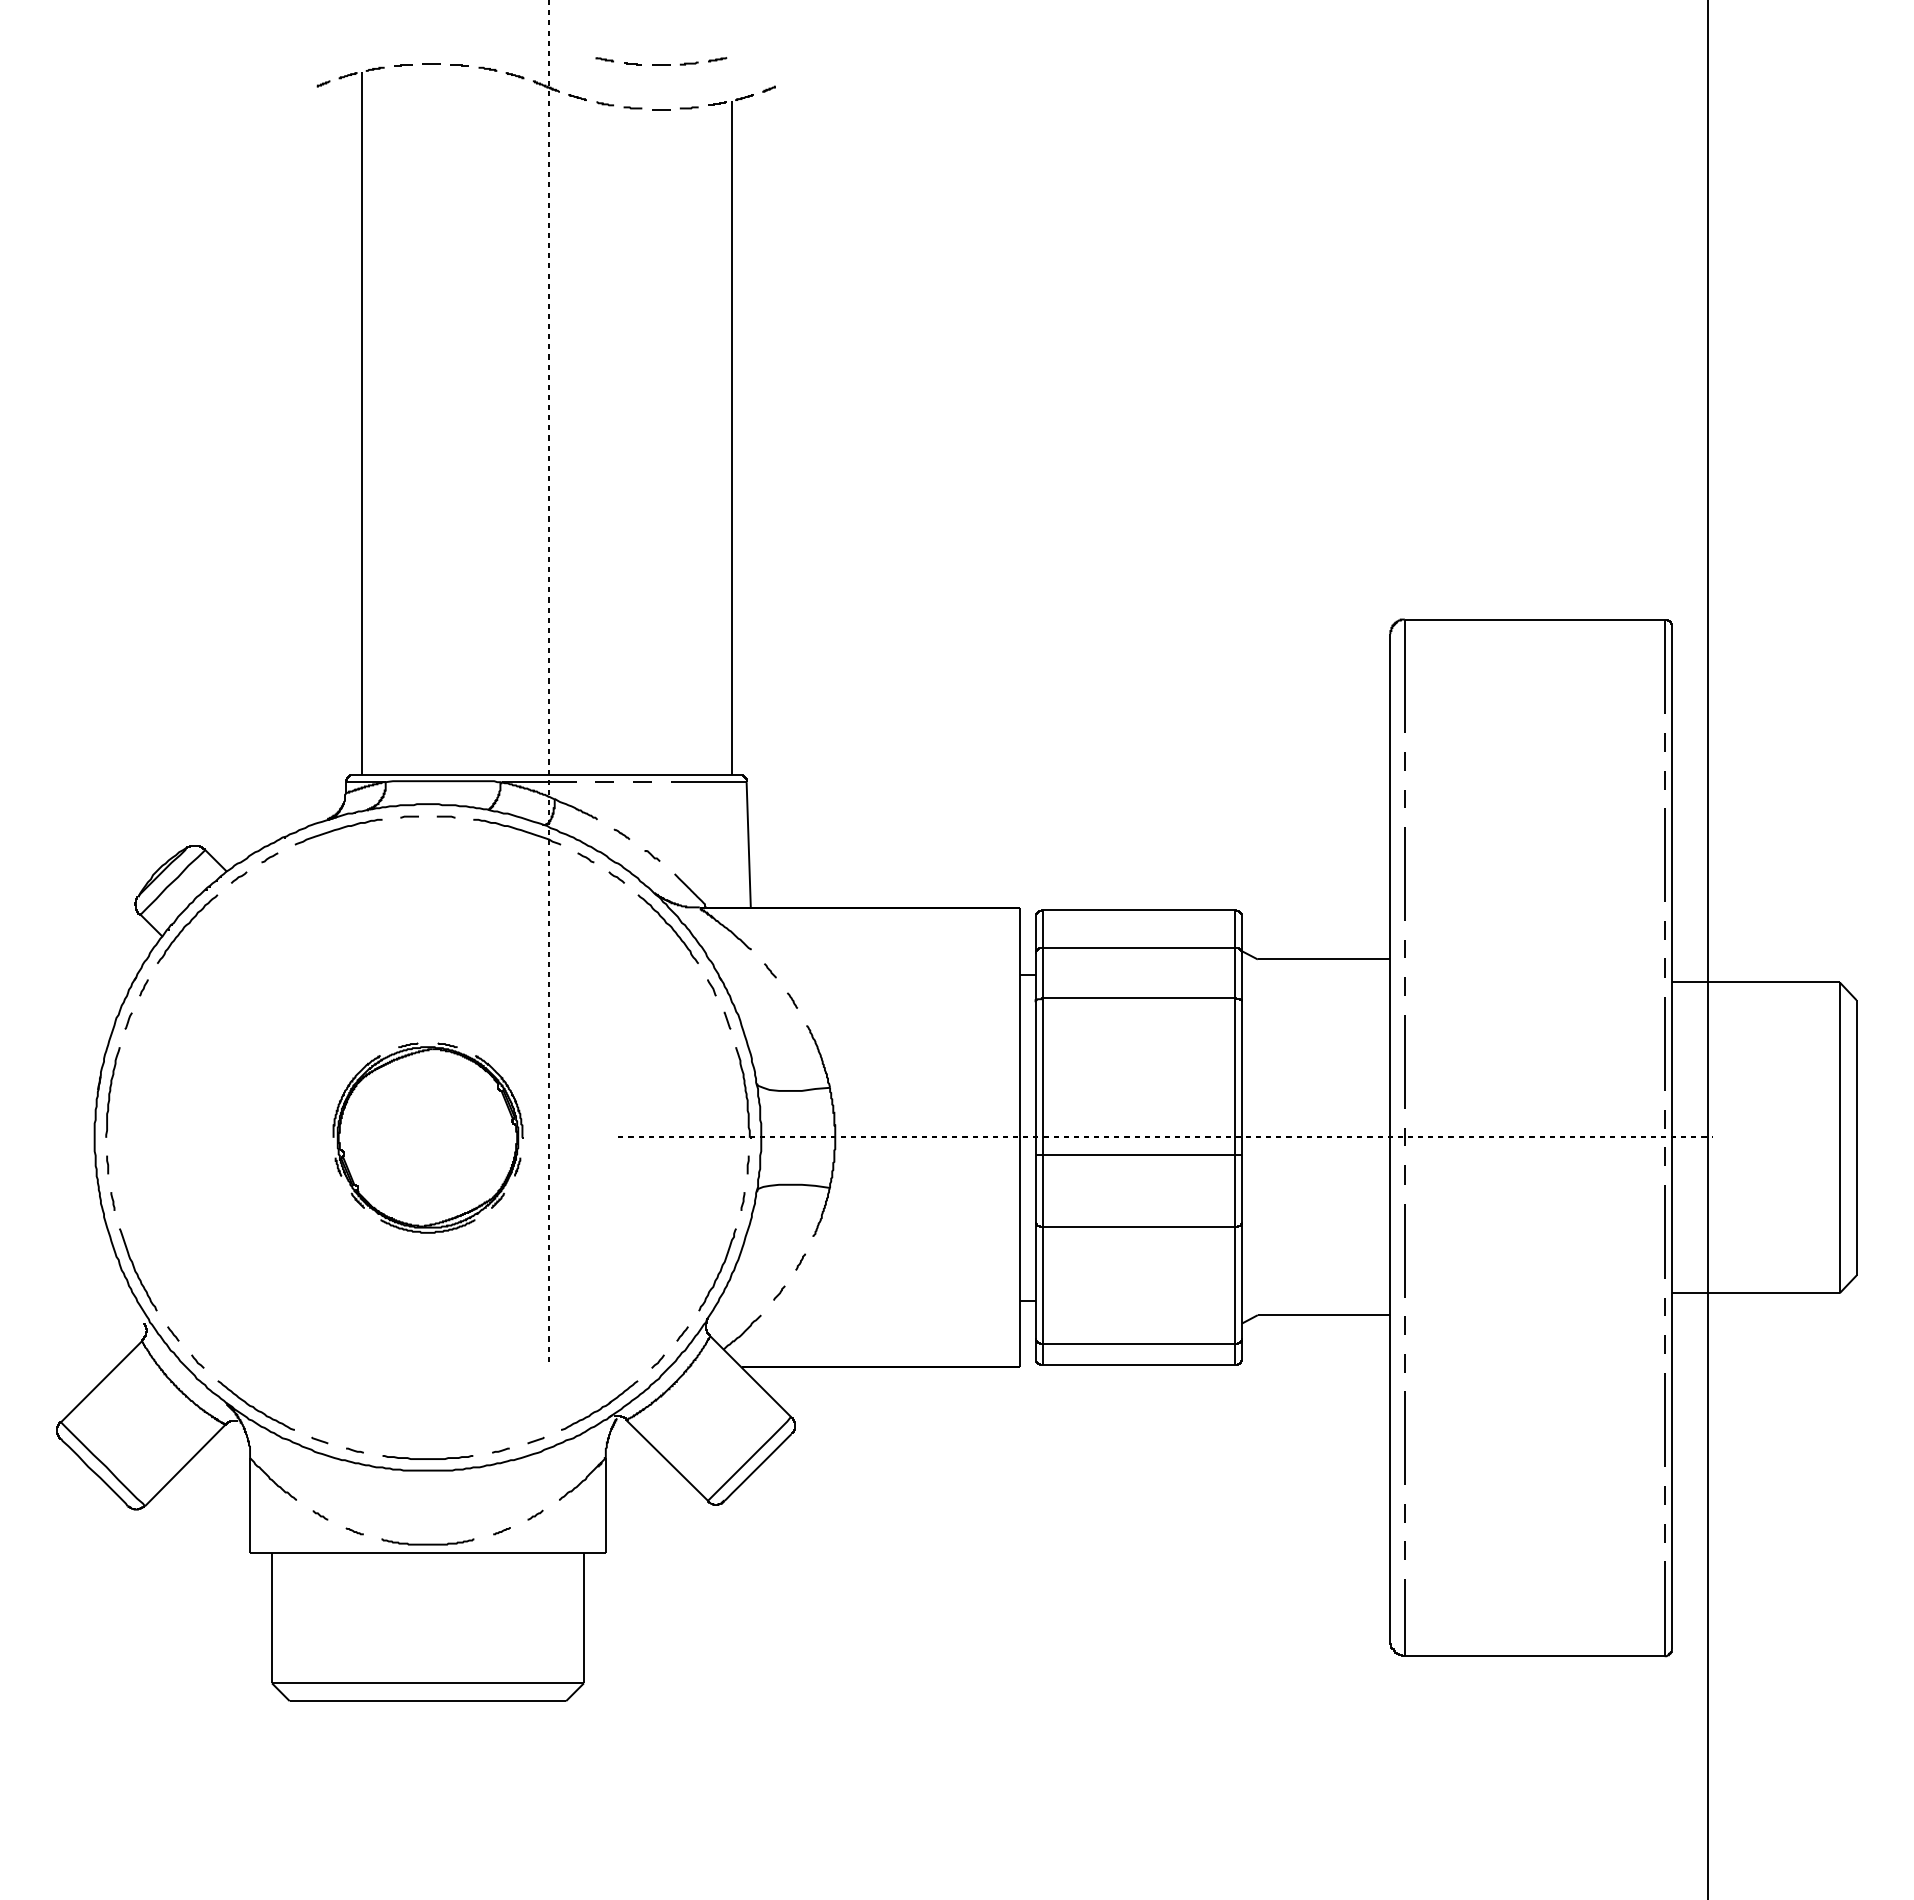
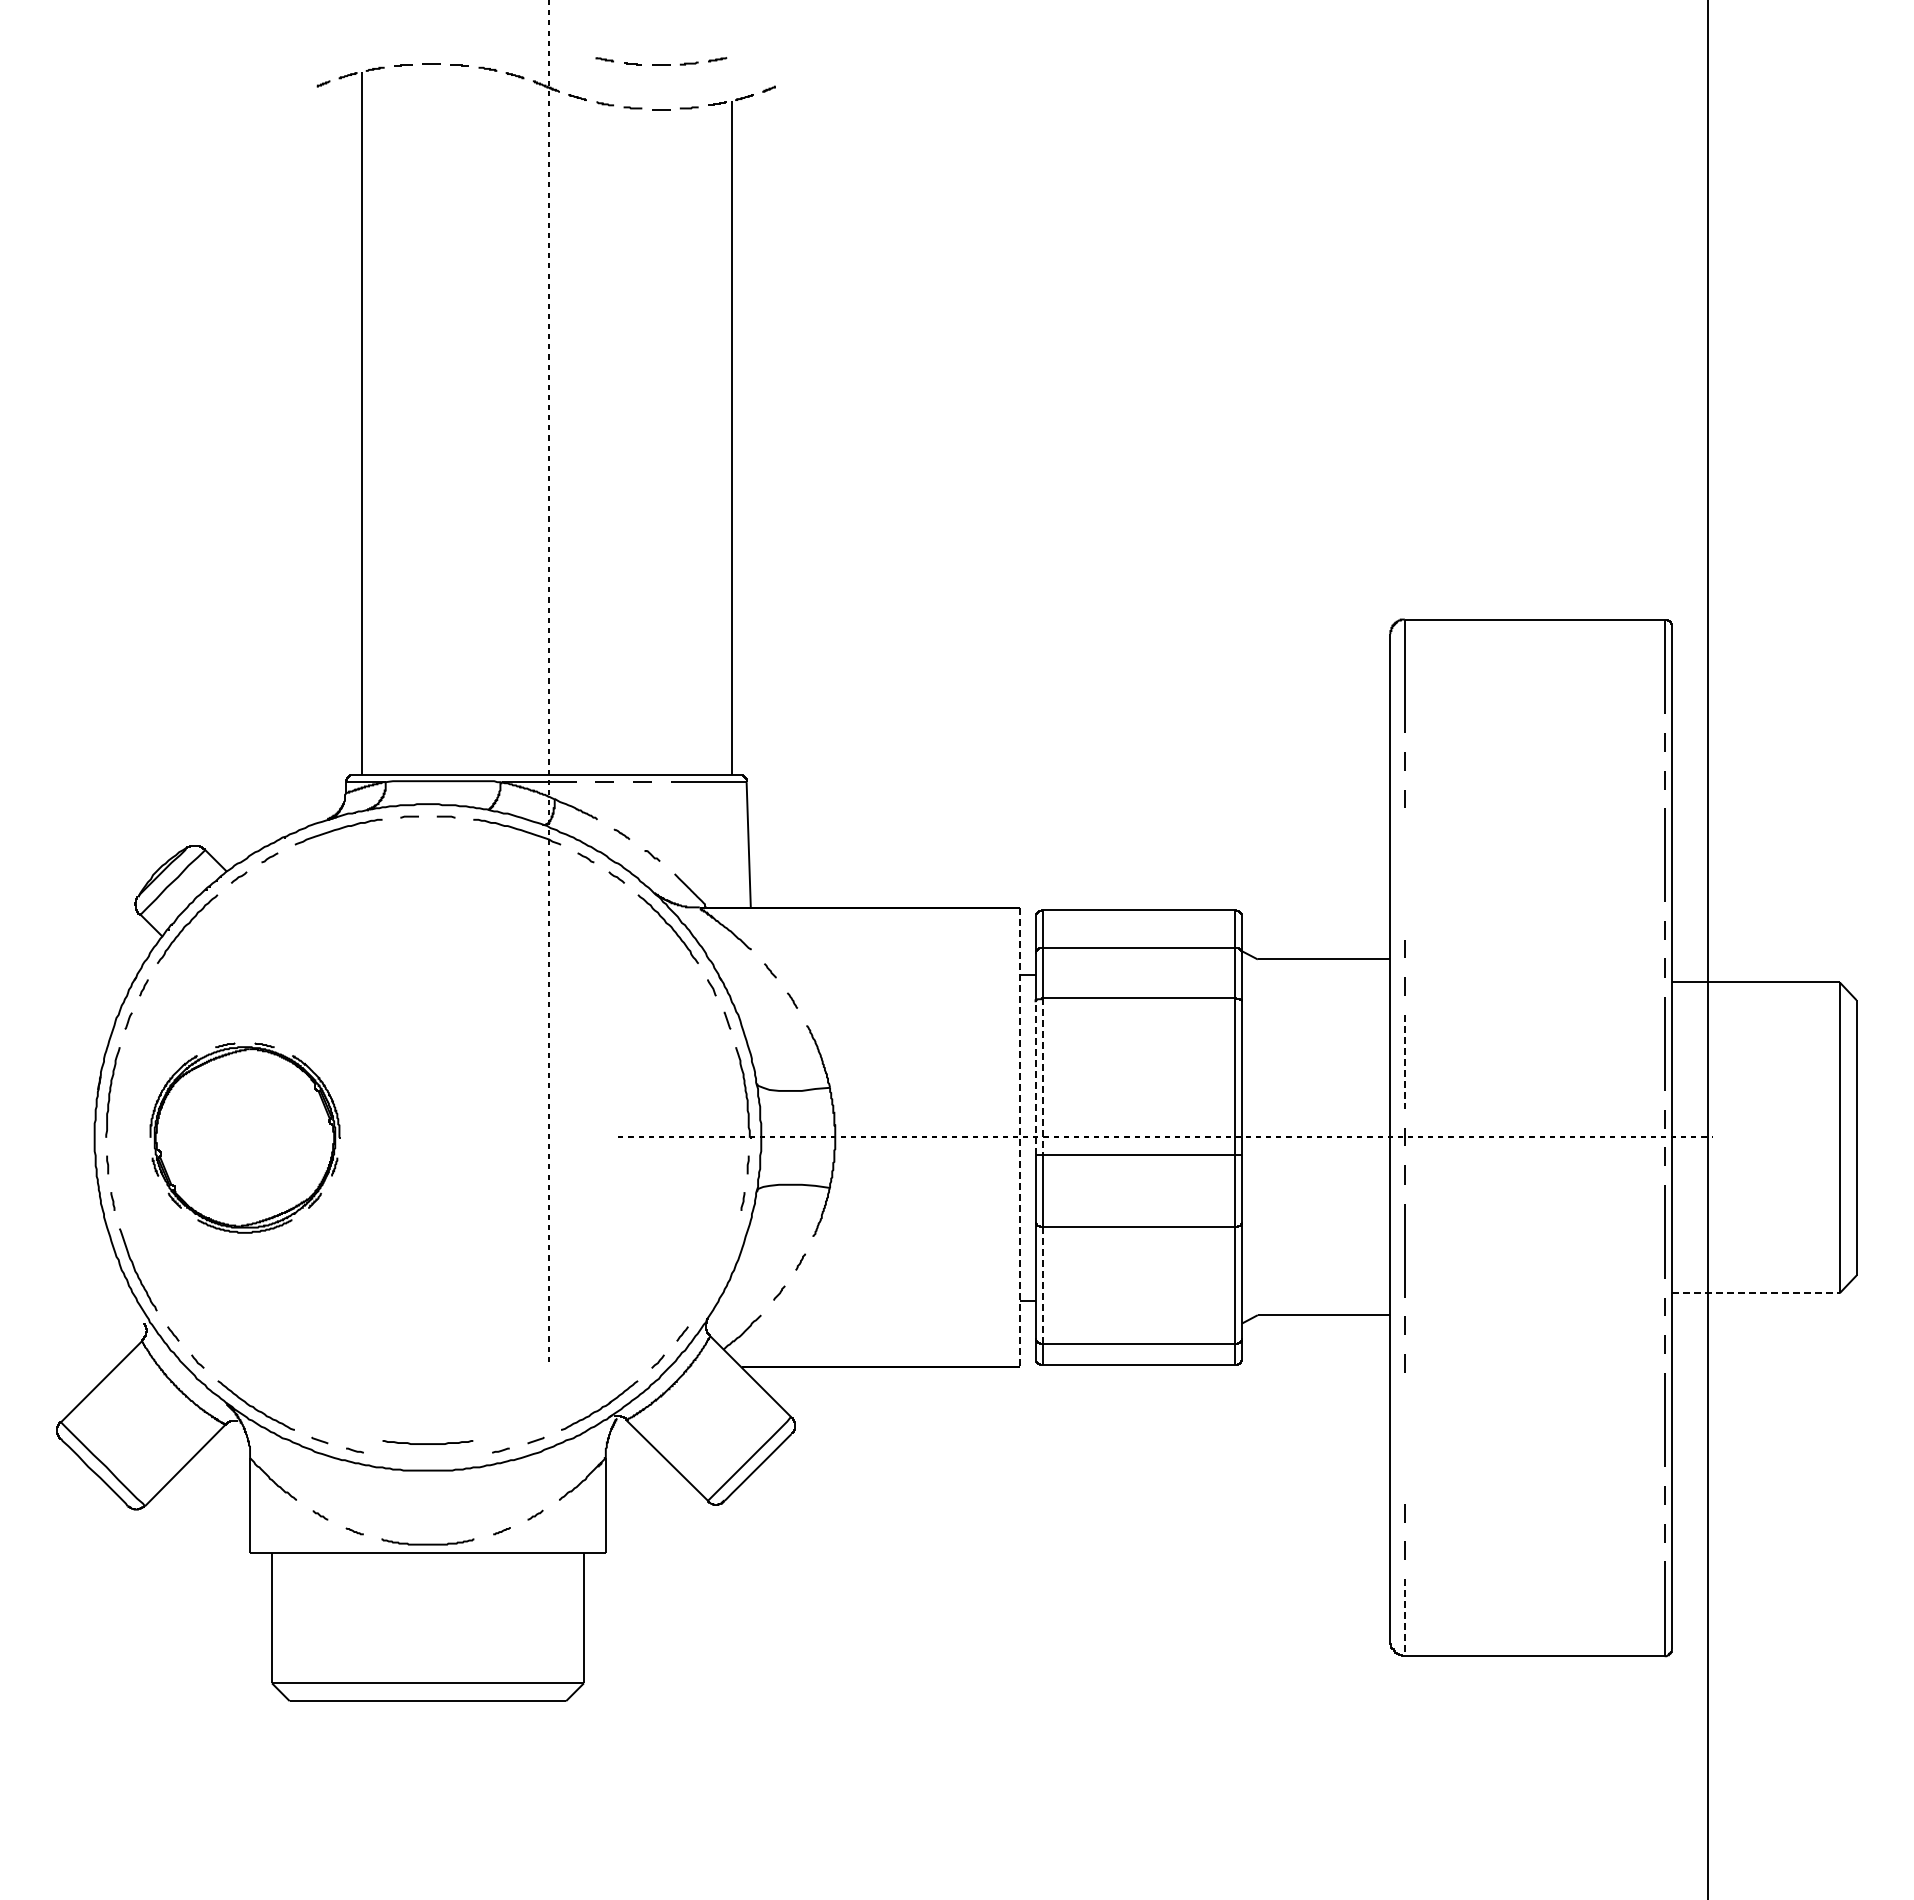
line at (1404, 873): present -> none
line at (1404, 1061): solid -> dashed
line at (1043, 1076): solid -> dashed
line at (1035, 1077): solid -> dashed
part at (427, 1137) position: (427, 1137) -> (244, 1137)
line at (1019, 1137): solid -> dashed
curve at (719, 1270): present -> none
line at (1043, 1285): solid -> dashed
line at (1755, 1293): solid -> dashed
line at (1404, 1437): present -> none
curve at (427, 1458) position: (427, 1458) -> (427, 1443)
line at (1404, 1617): solid -> dashed
